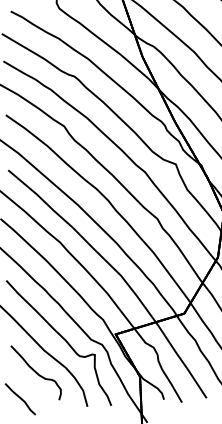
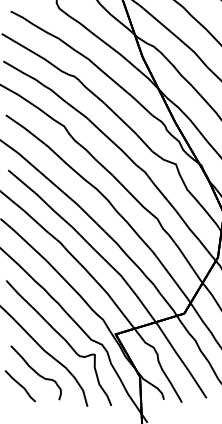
line at (19, 398) position: (19, 398) -> (19, 385)
